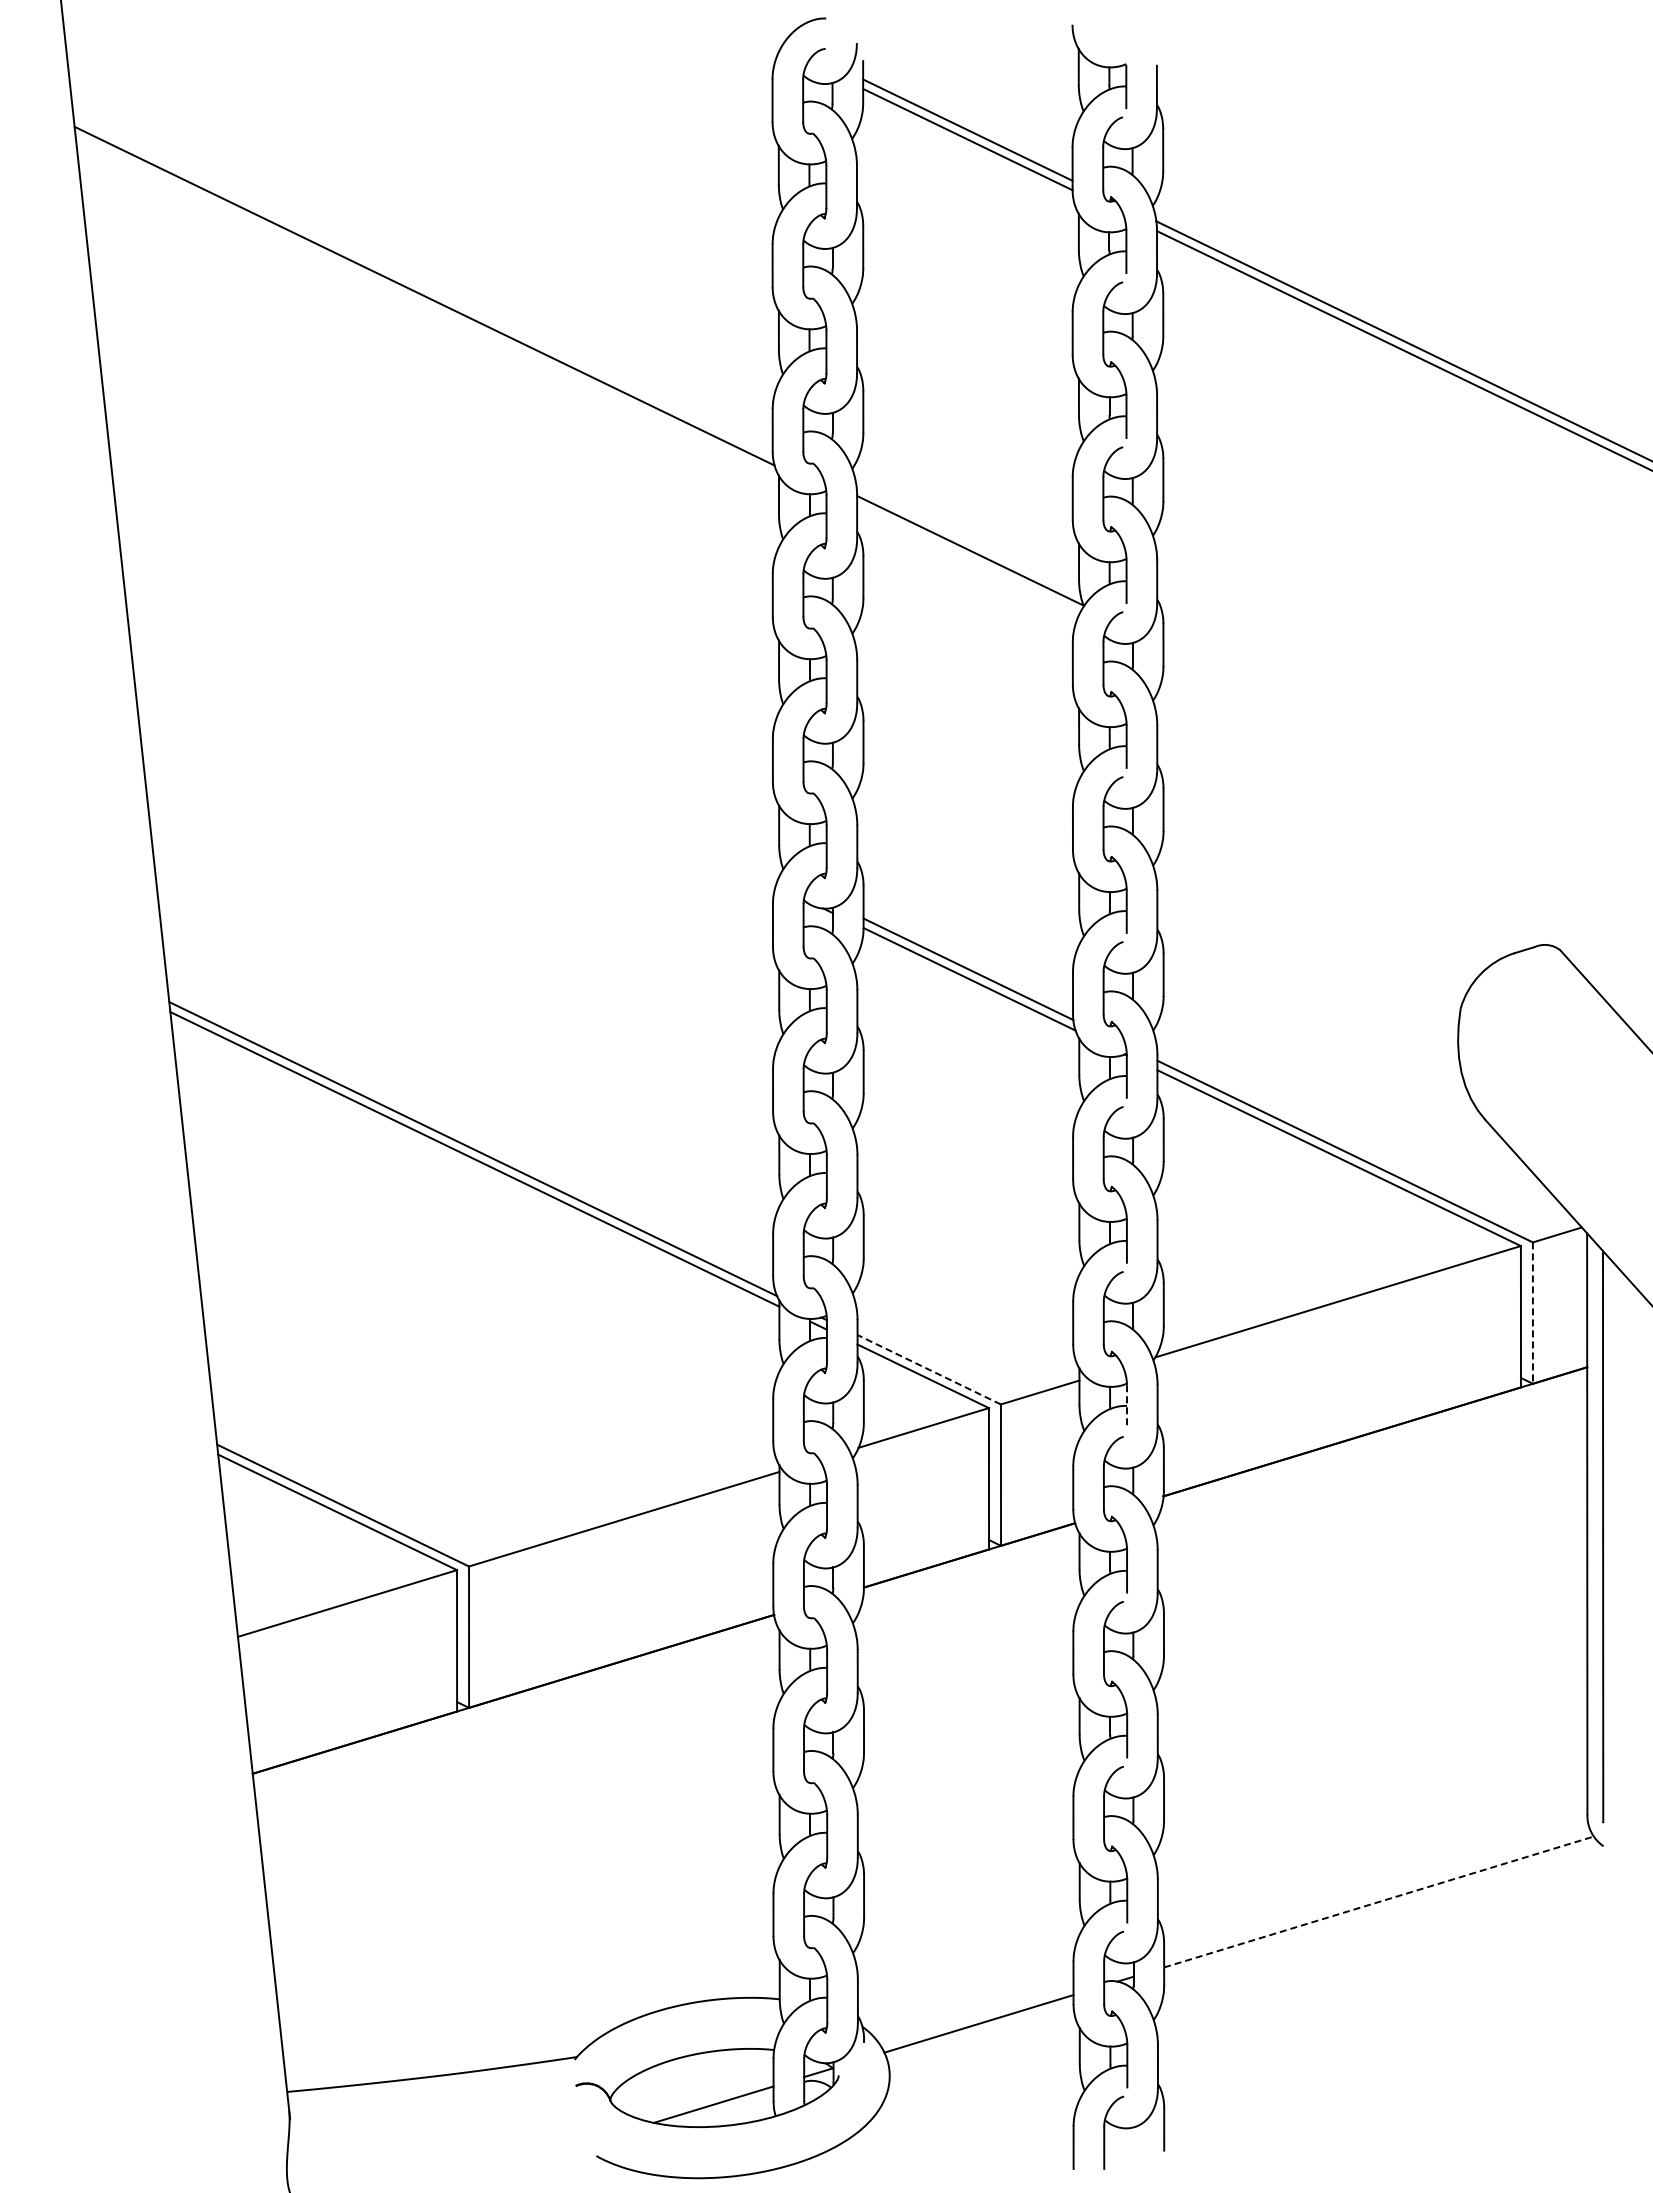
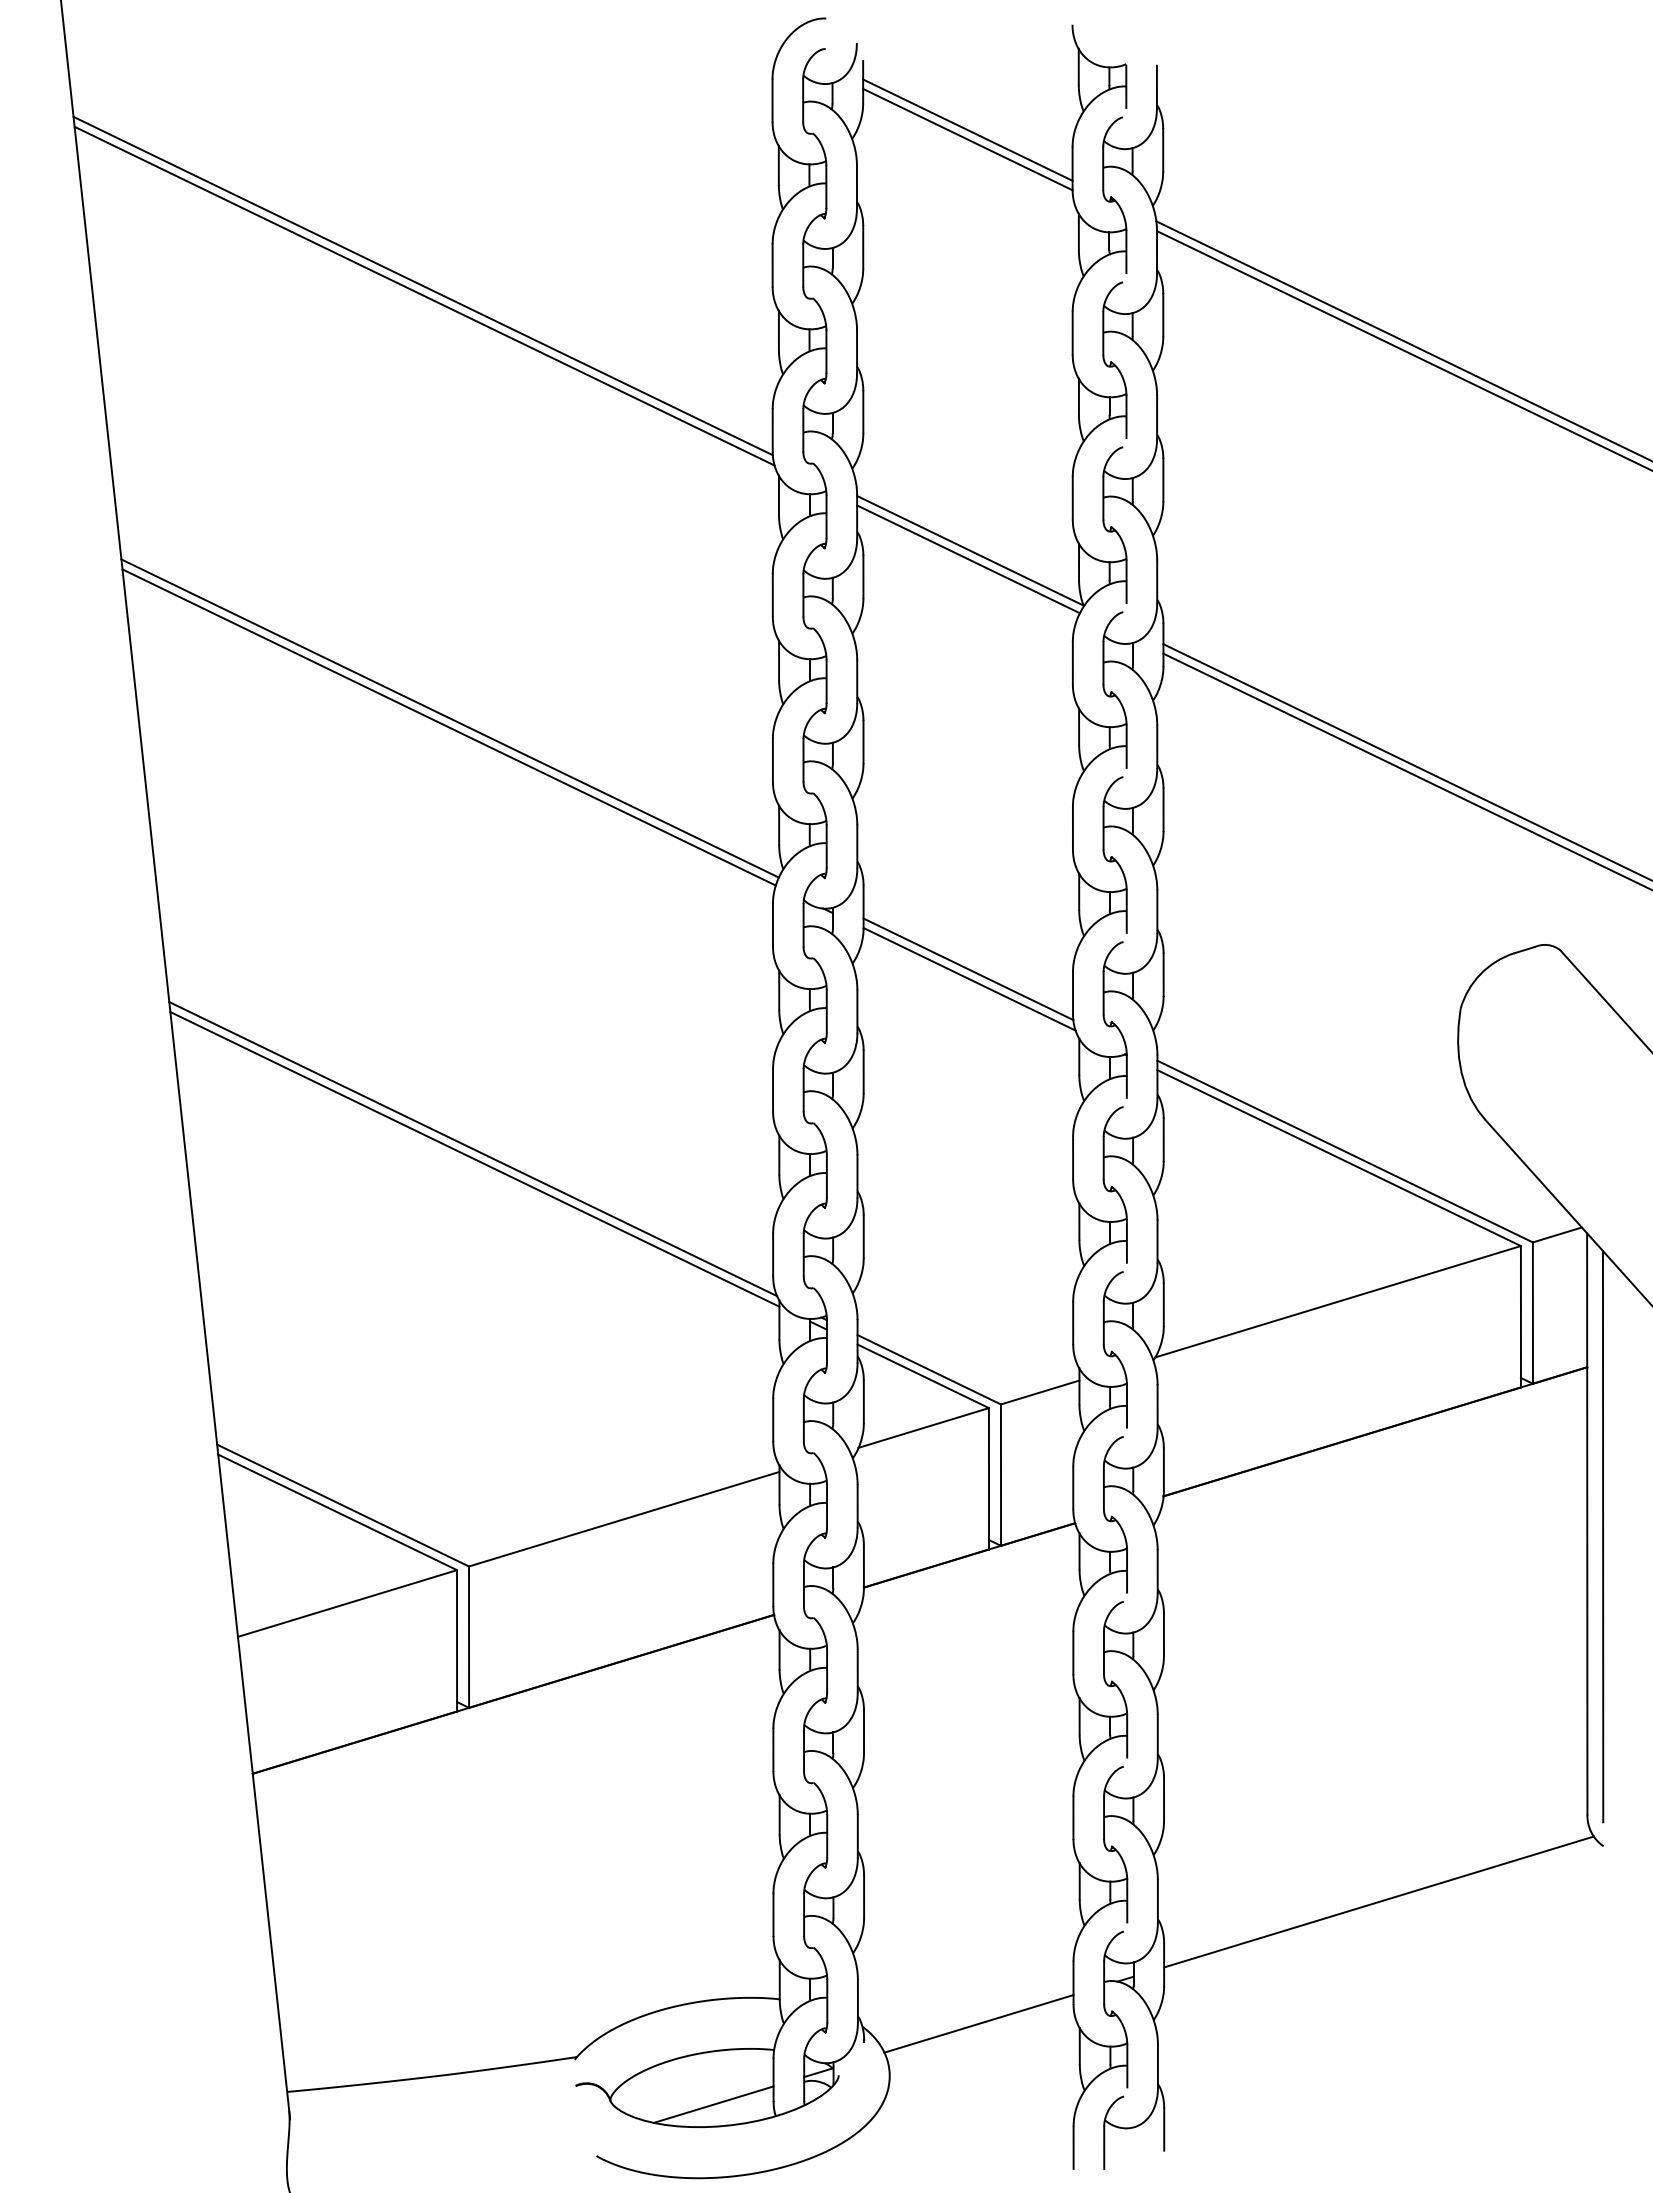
line at (422, 285): none -> present
line at (968, 559): none -> present
line at (450, 718): none -> present
line at (448, 727): none -> present
line at (1406, 761): none -> present
line at (1406, 770): none -> present
line at (1532, 1313): dashed -> solid
line at (929, 1369): dashed -> solid
line at (1127, 1406): dashed -> solid
line at (1378, 1902): dashed -> solid
